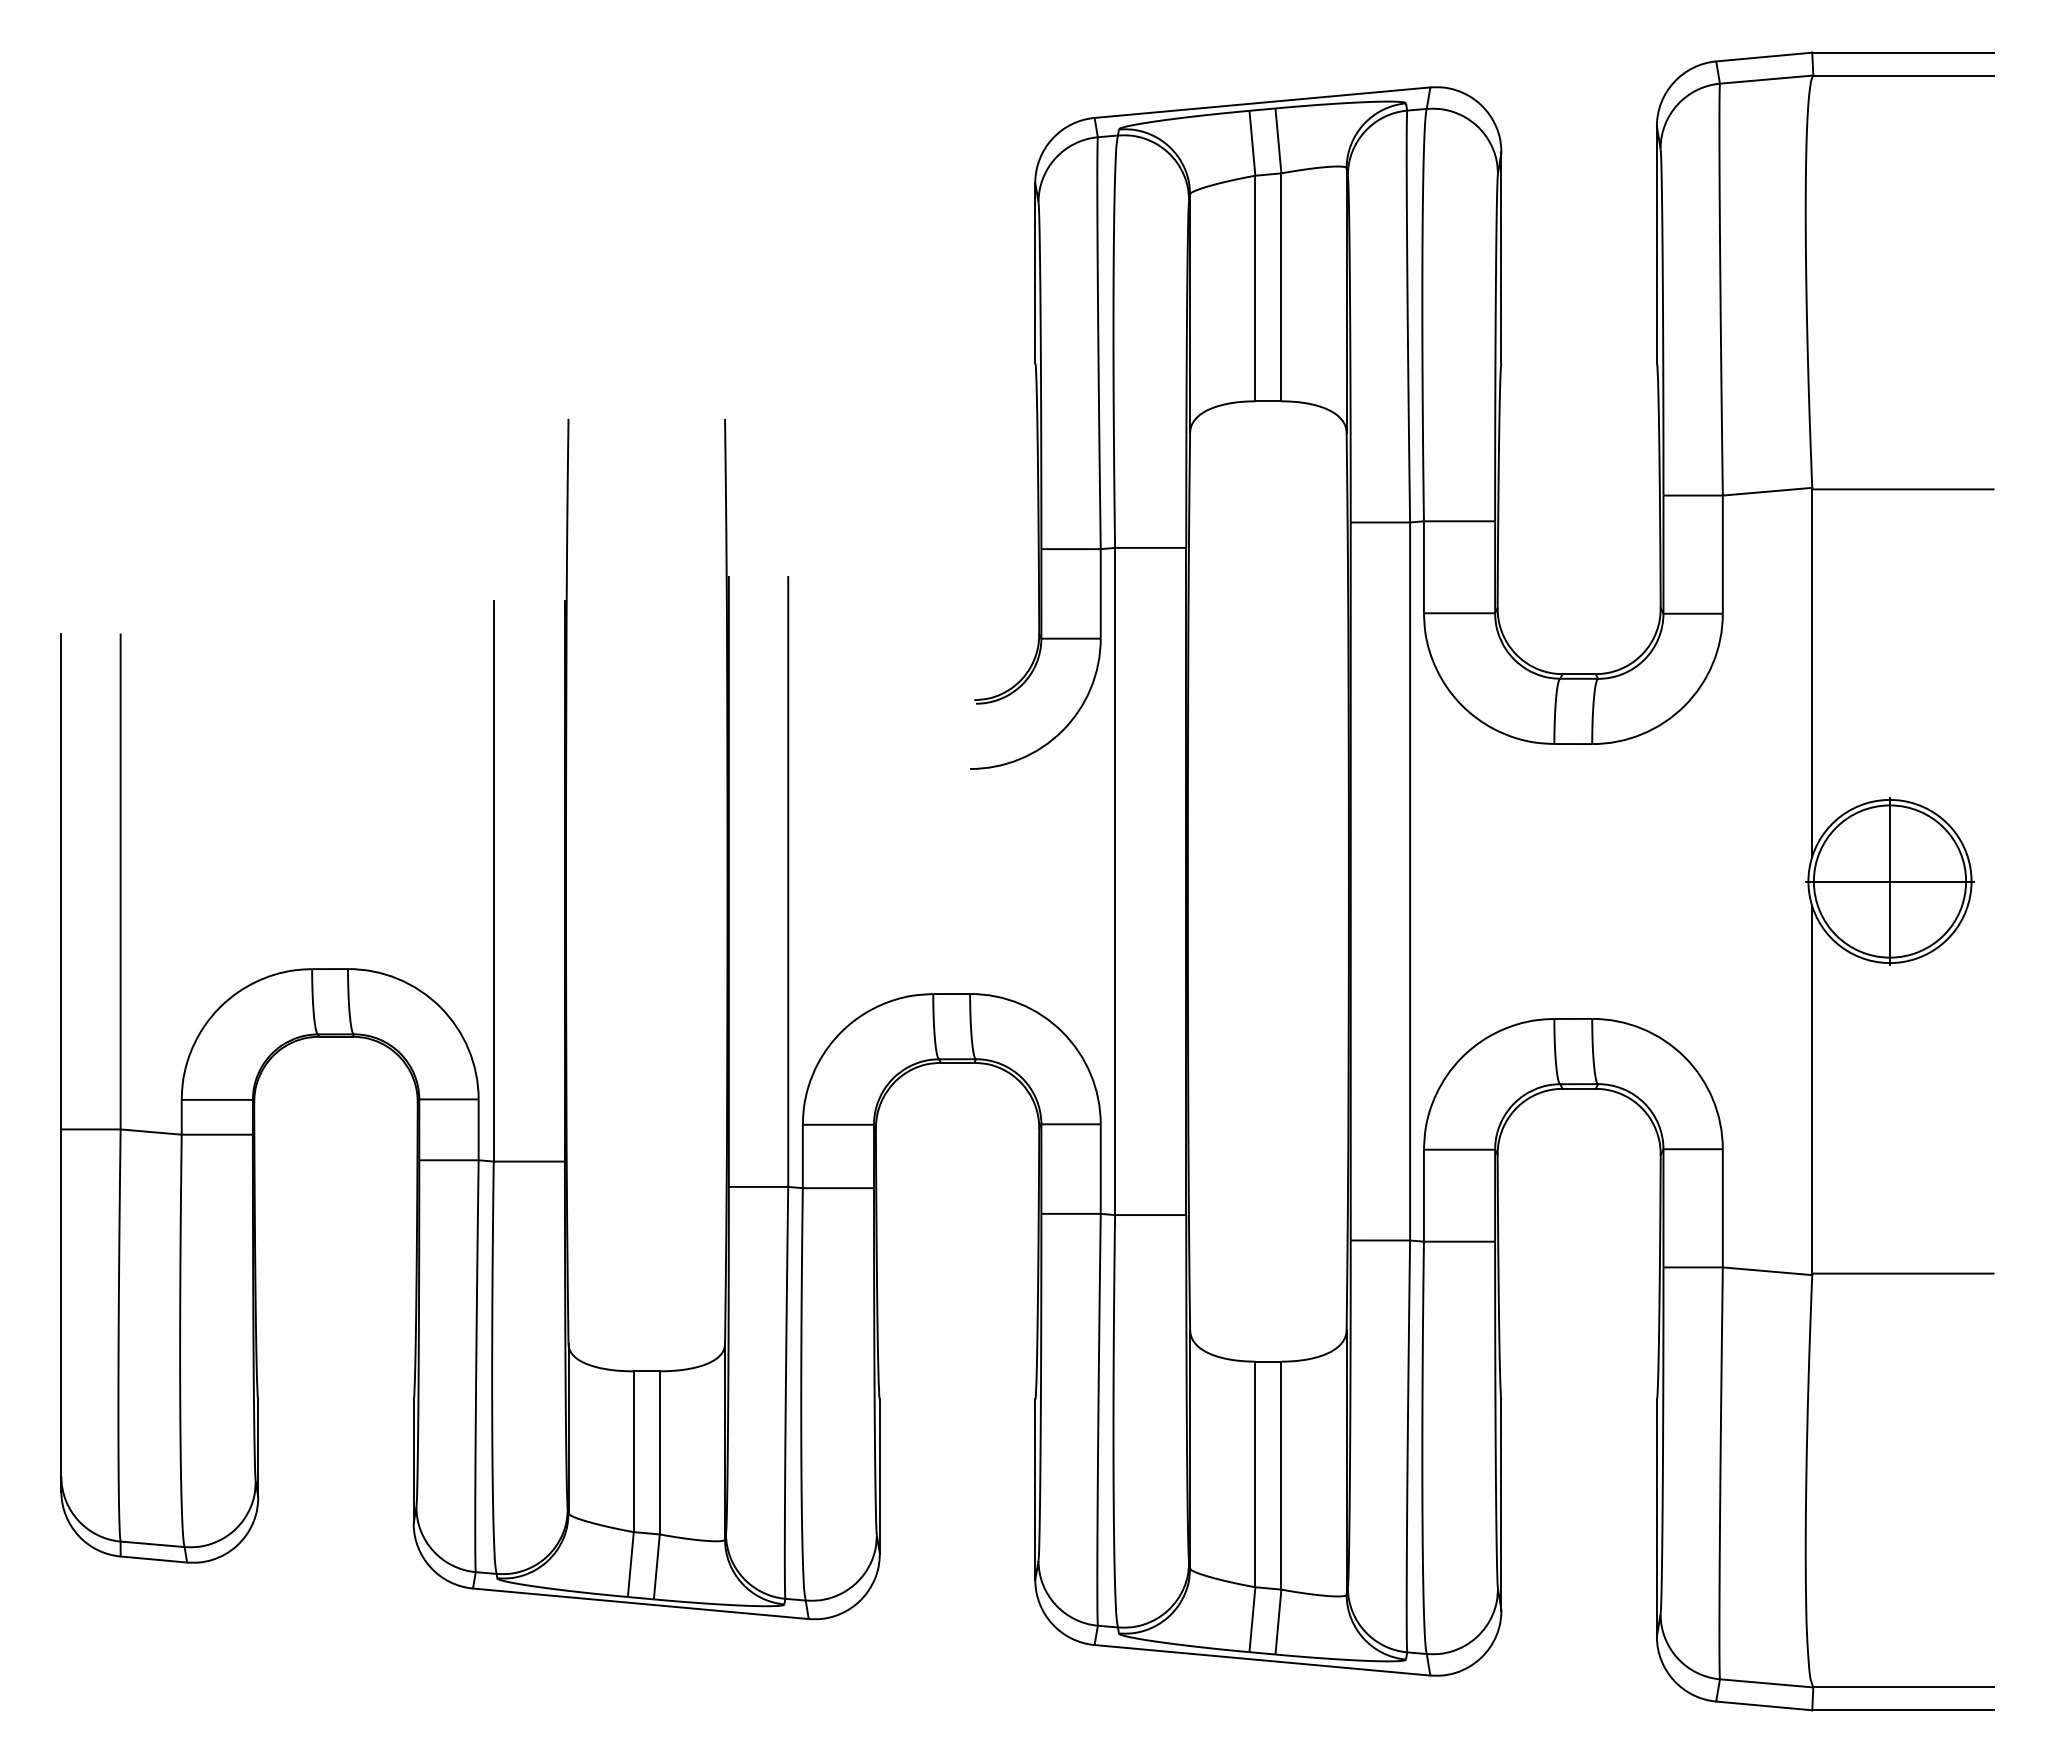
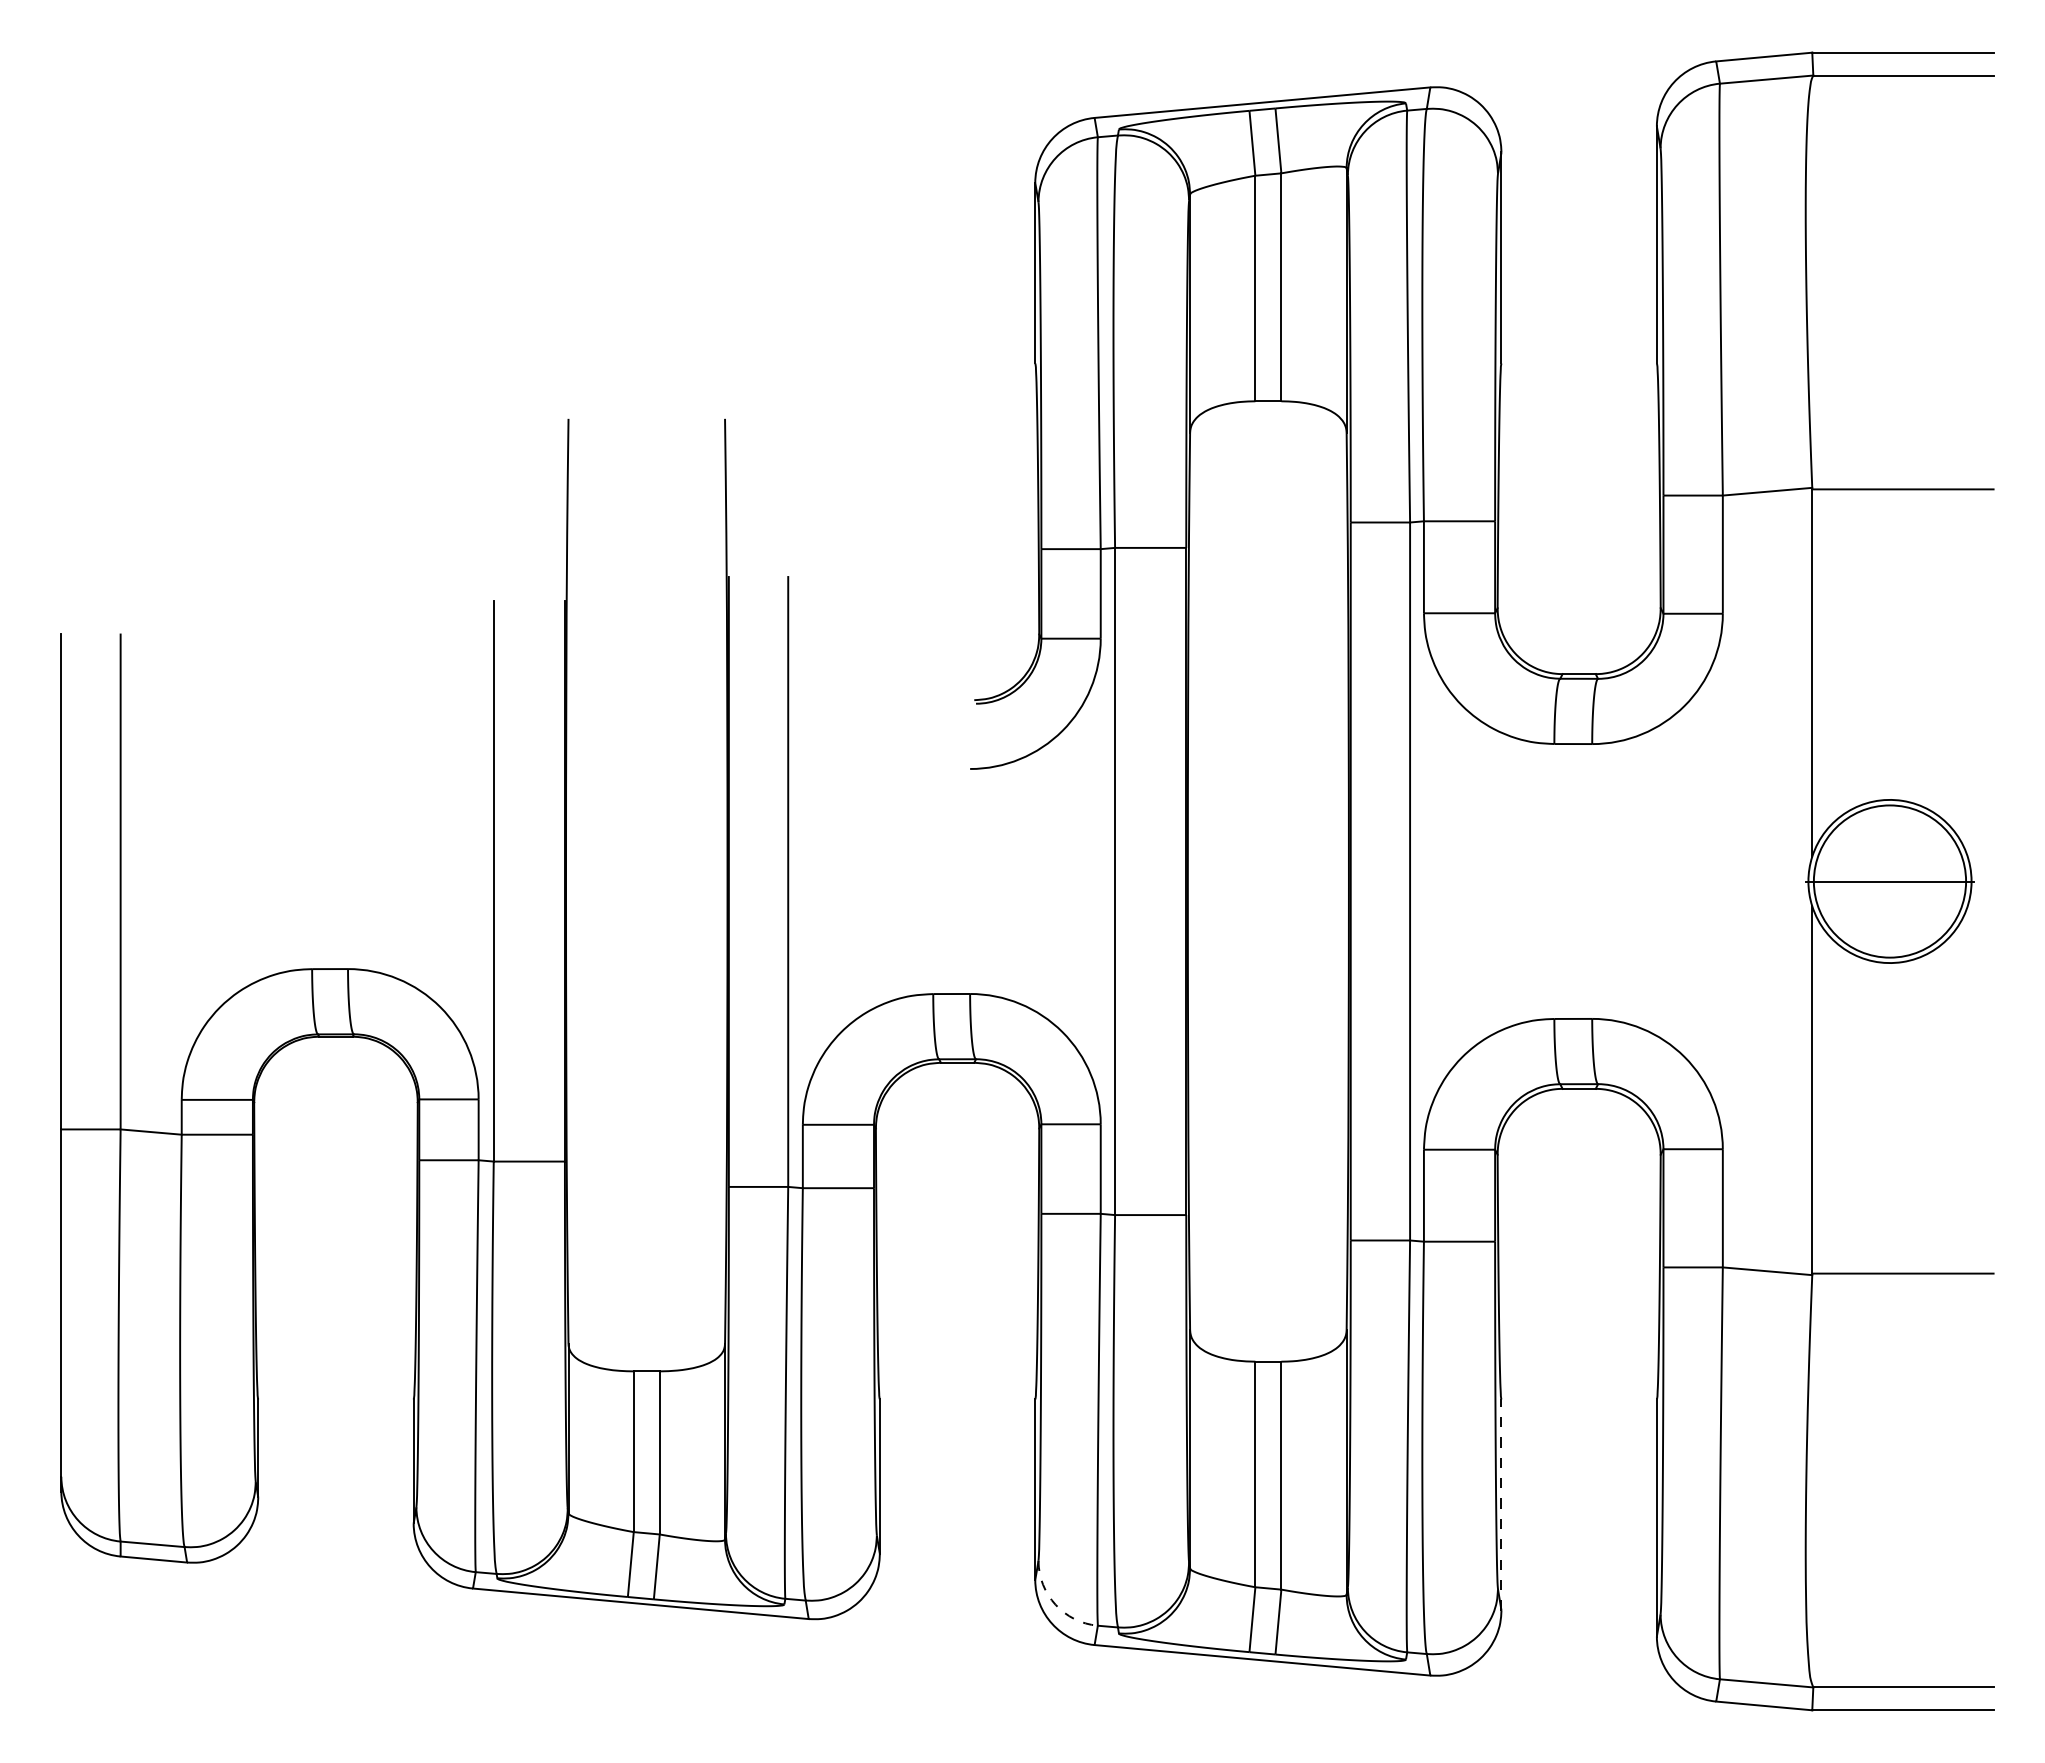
line at (1889, 881): present -> none
line at (1501, 1505): solid -> dashed
arc at (1055, 1604): solid -> dashed
